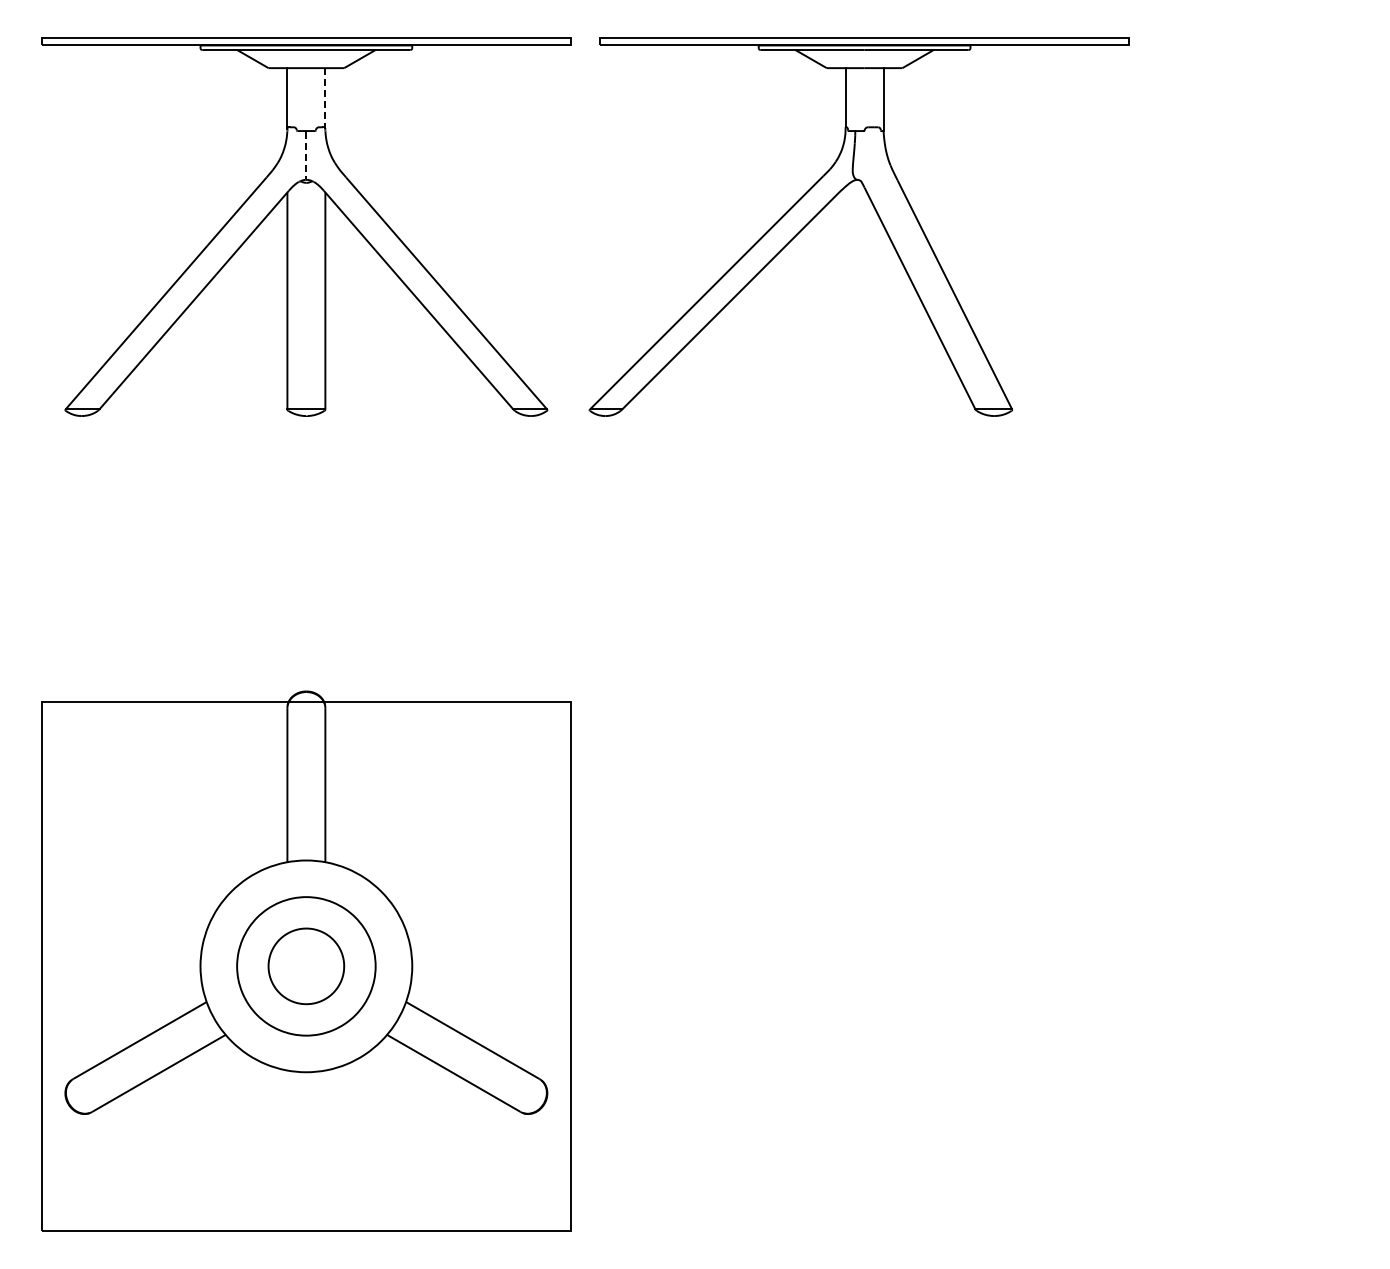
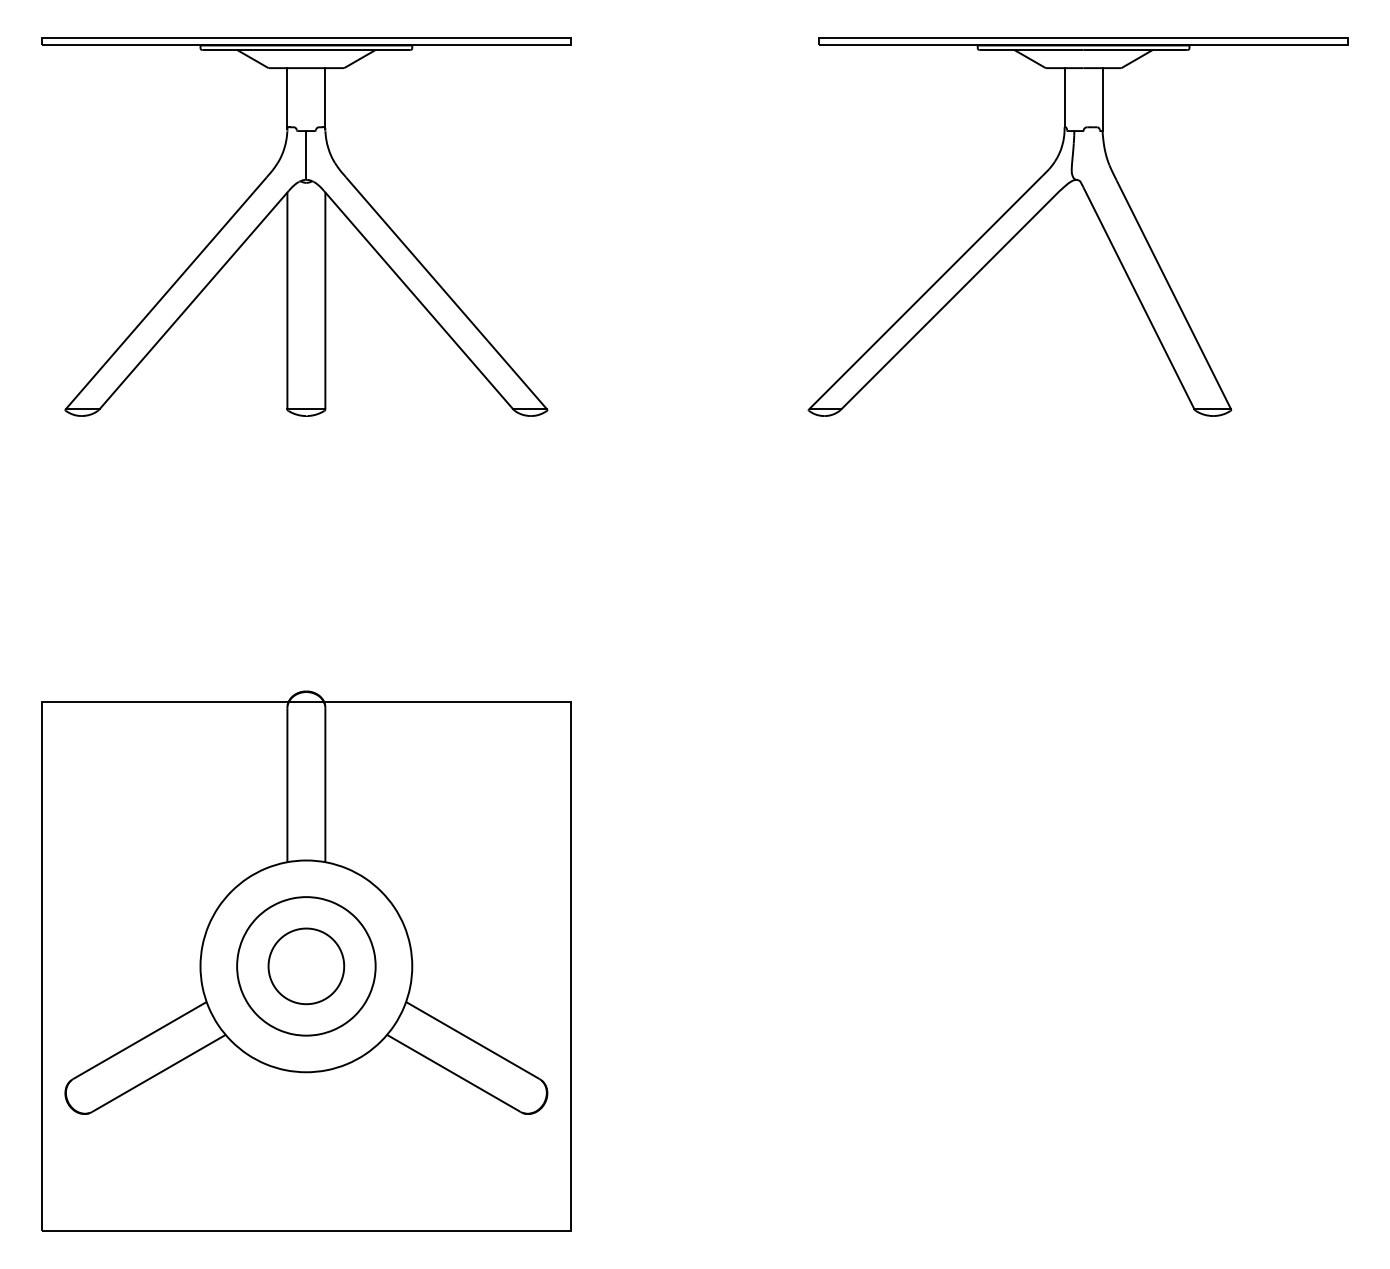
line at (325, 98): dashed -> solid
line at (306, 155): dashed -> solid
part at (878, 217) position: (878, 217) -> (1097, 217)
